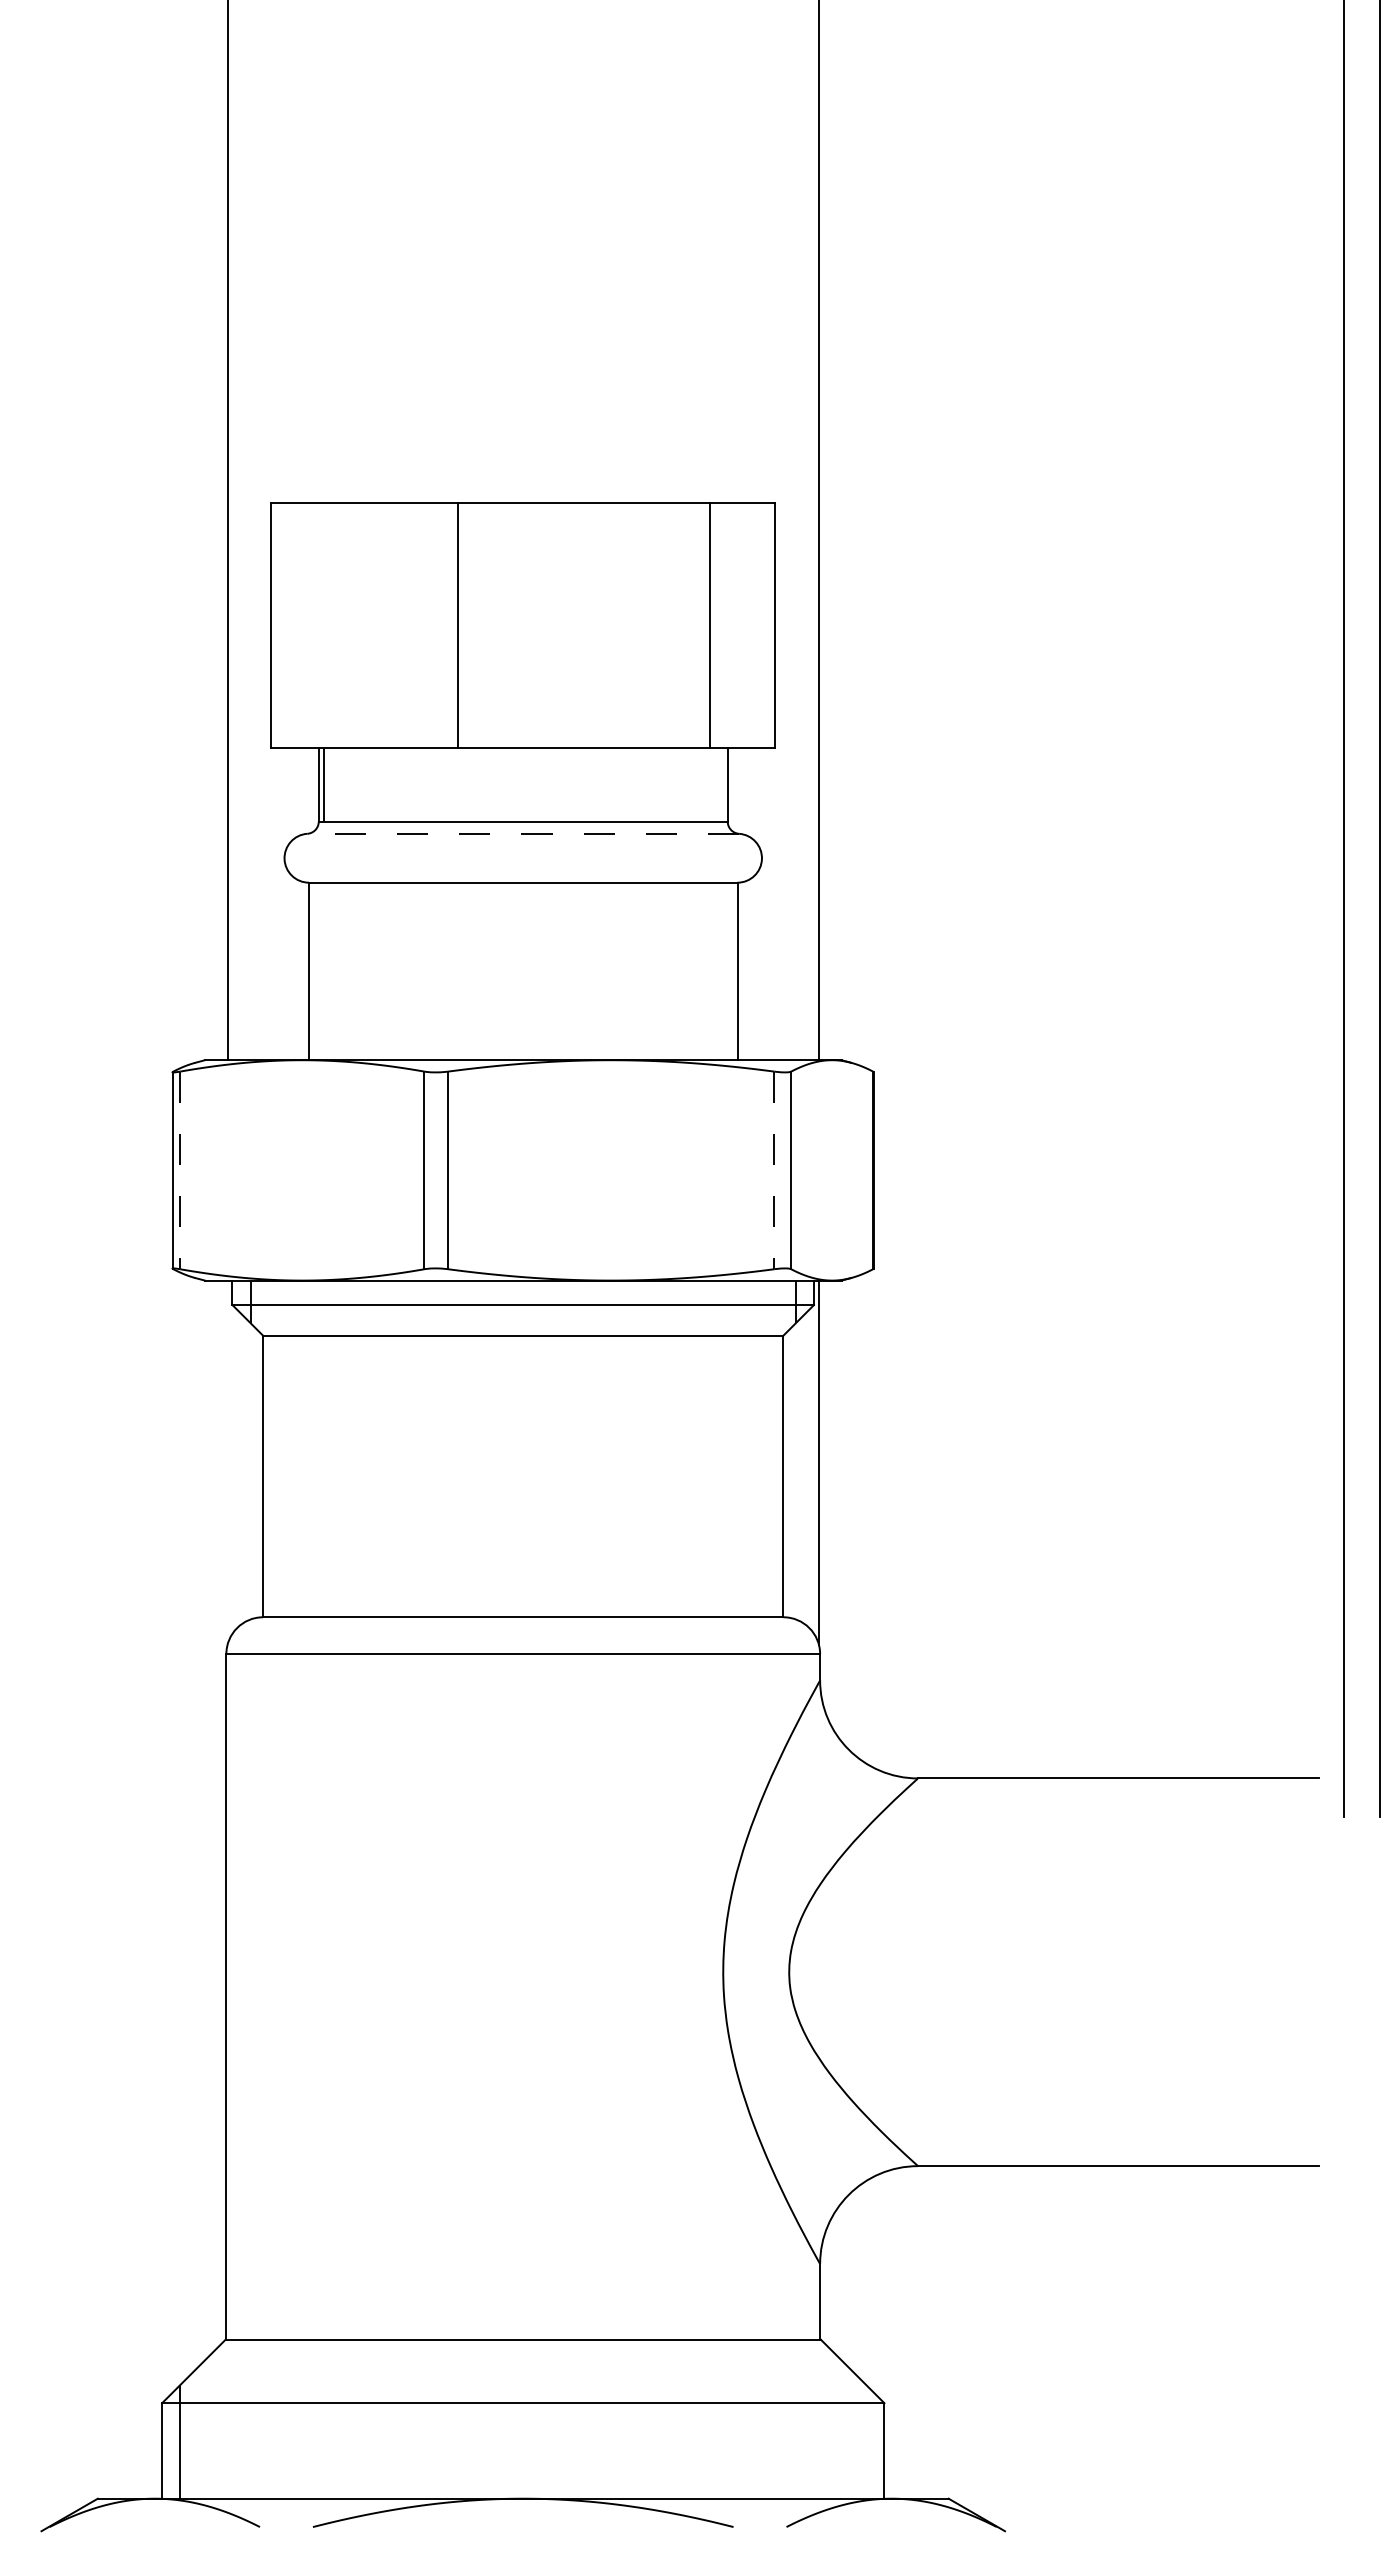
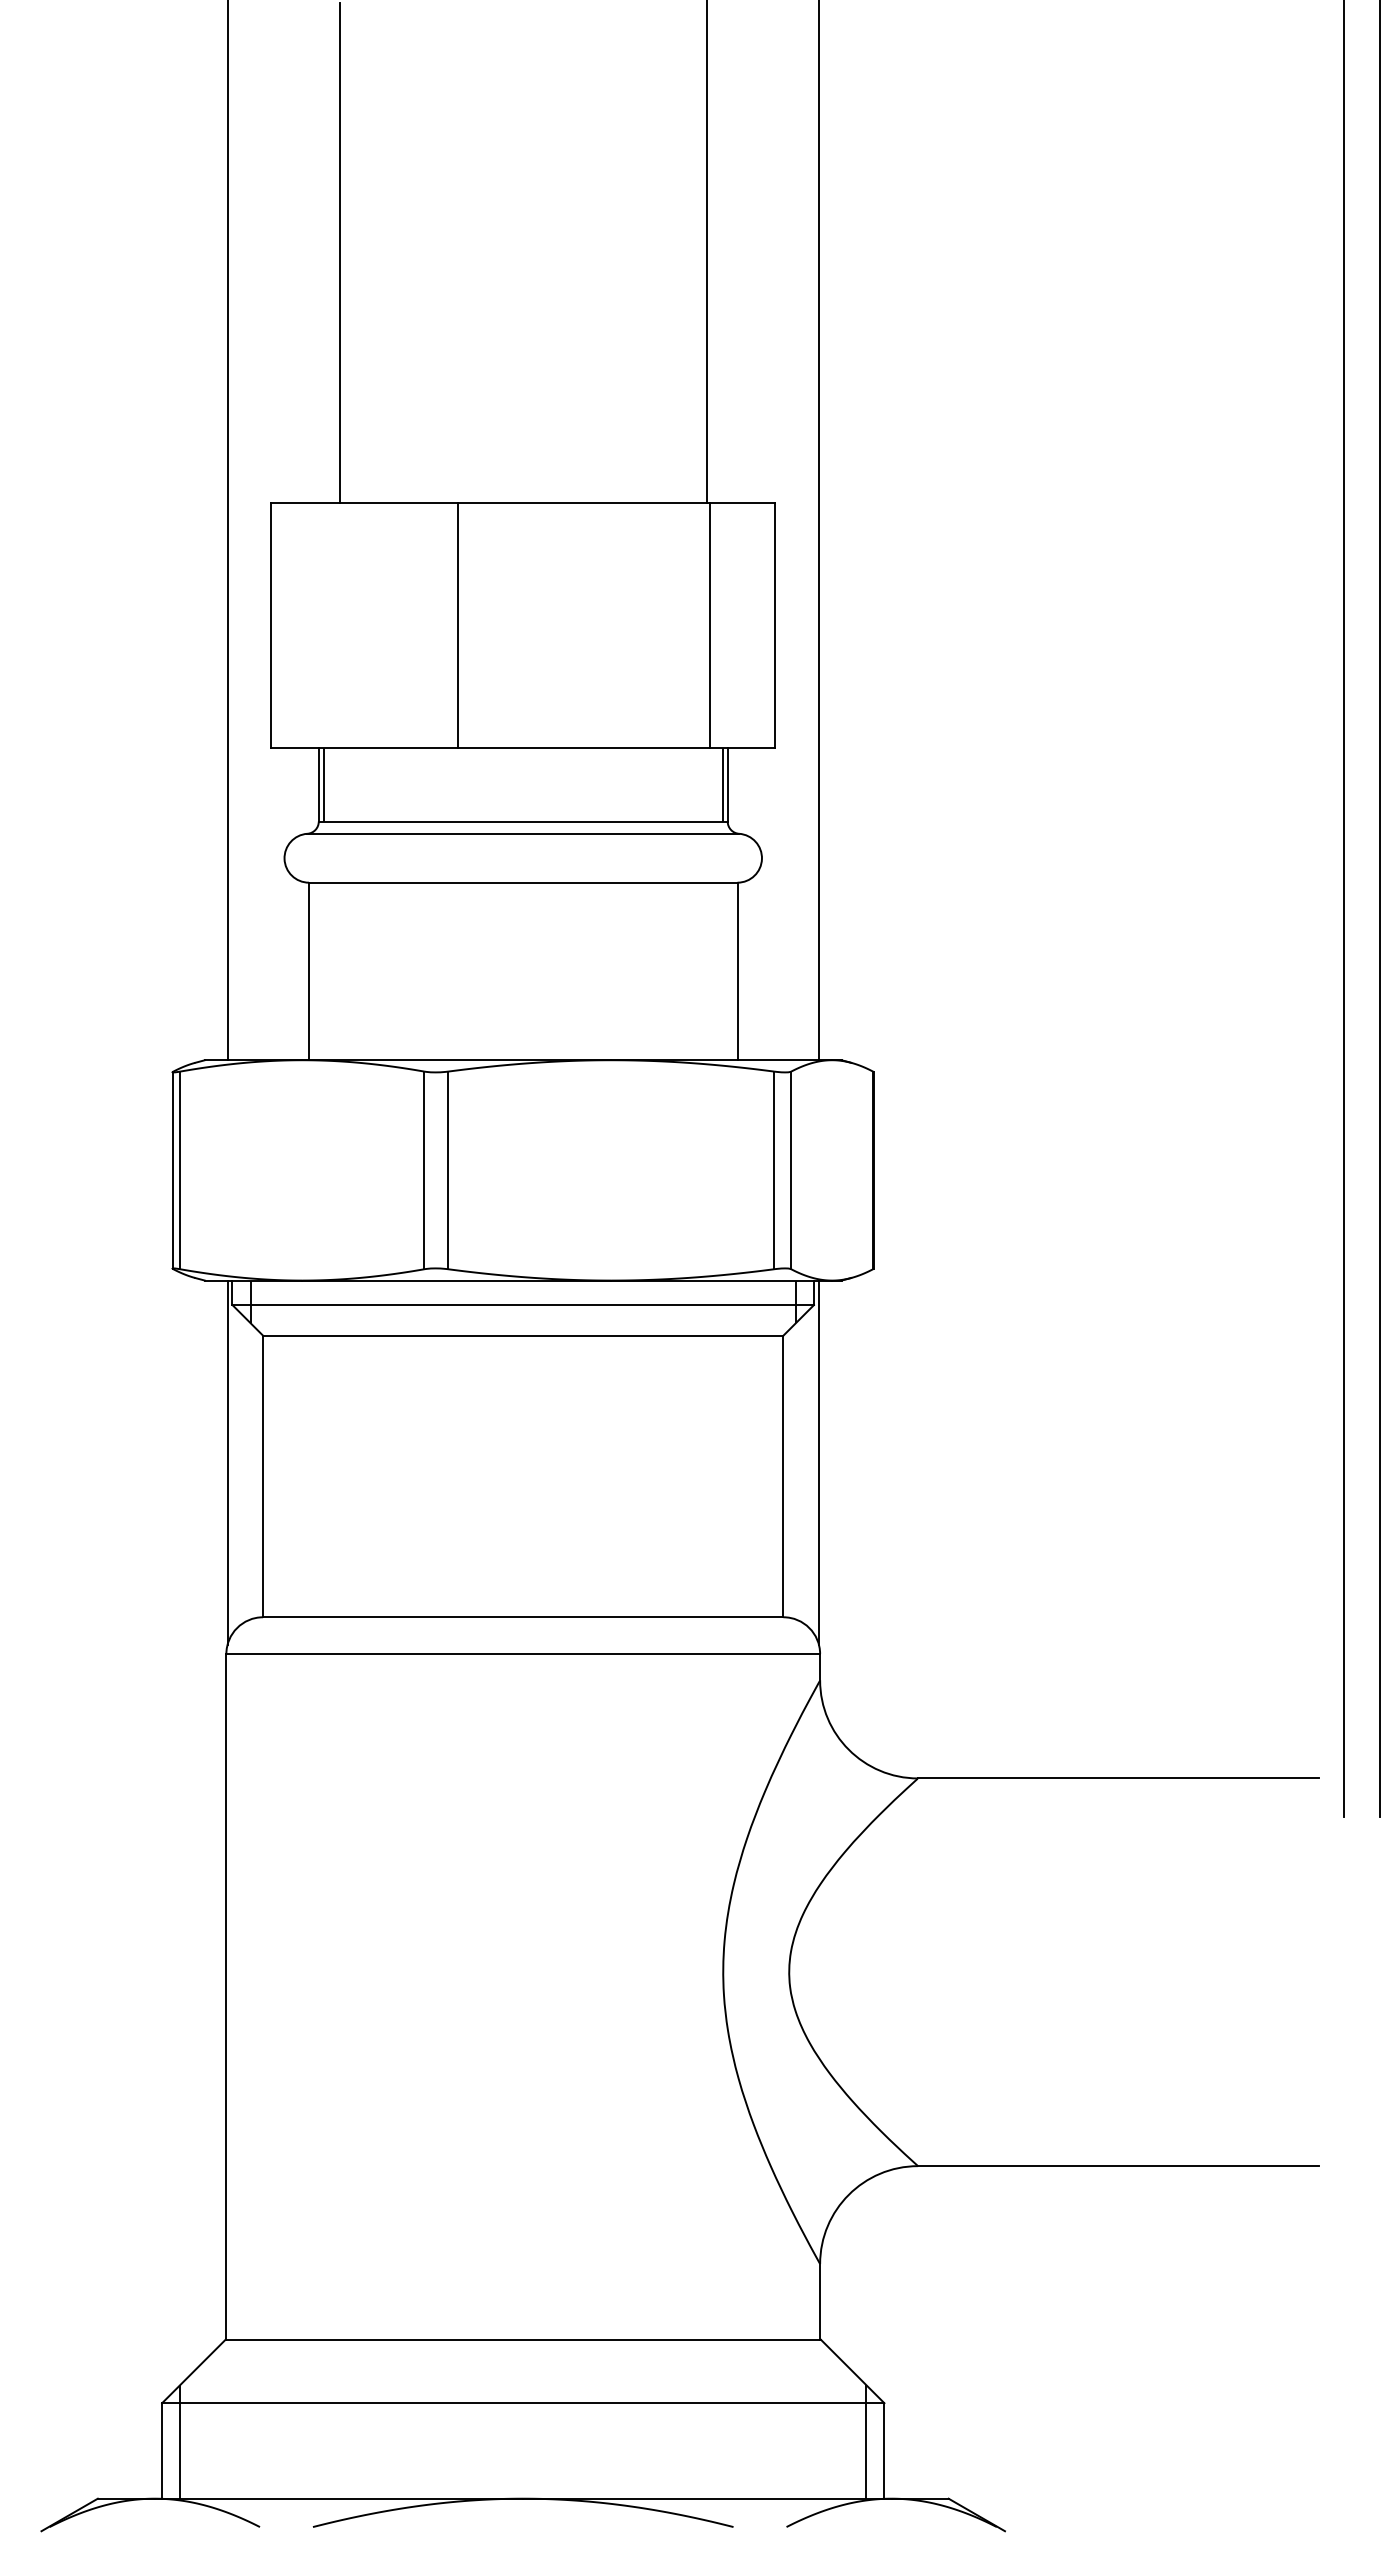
line at (339, 252): none -> present
line at (706, 252): none -> present
line at (722, 784): none -> present
line at (523, 833): dashed -> solid
line at (180, 1170): dashed -> solid
line at (774, 1170): dashed -> solid
line at (227, 1462): none -> present
line at (866, 2441): none -> present
